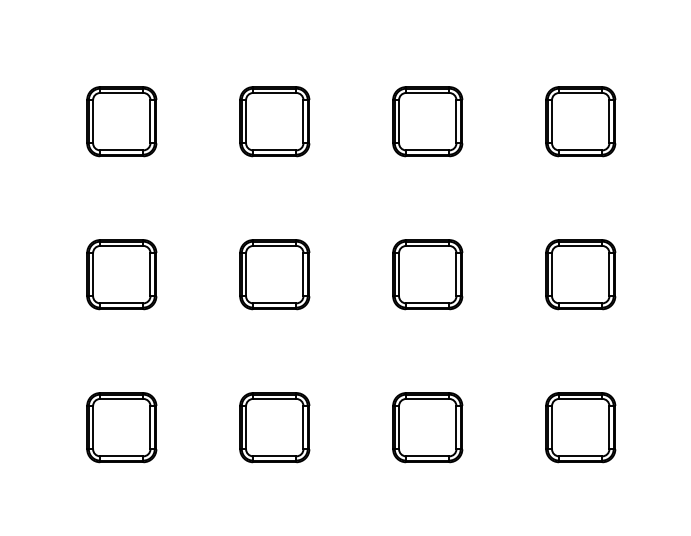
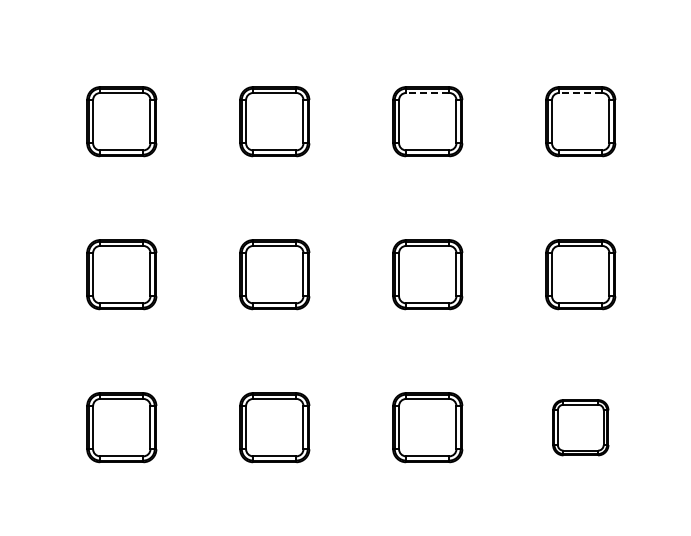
line at (427, 93): solid -> dashed
line at (580, 93): solid -> dashed
part at (580, 427) size: 72x72 px -> 58x58 px
